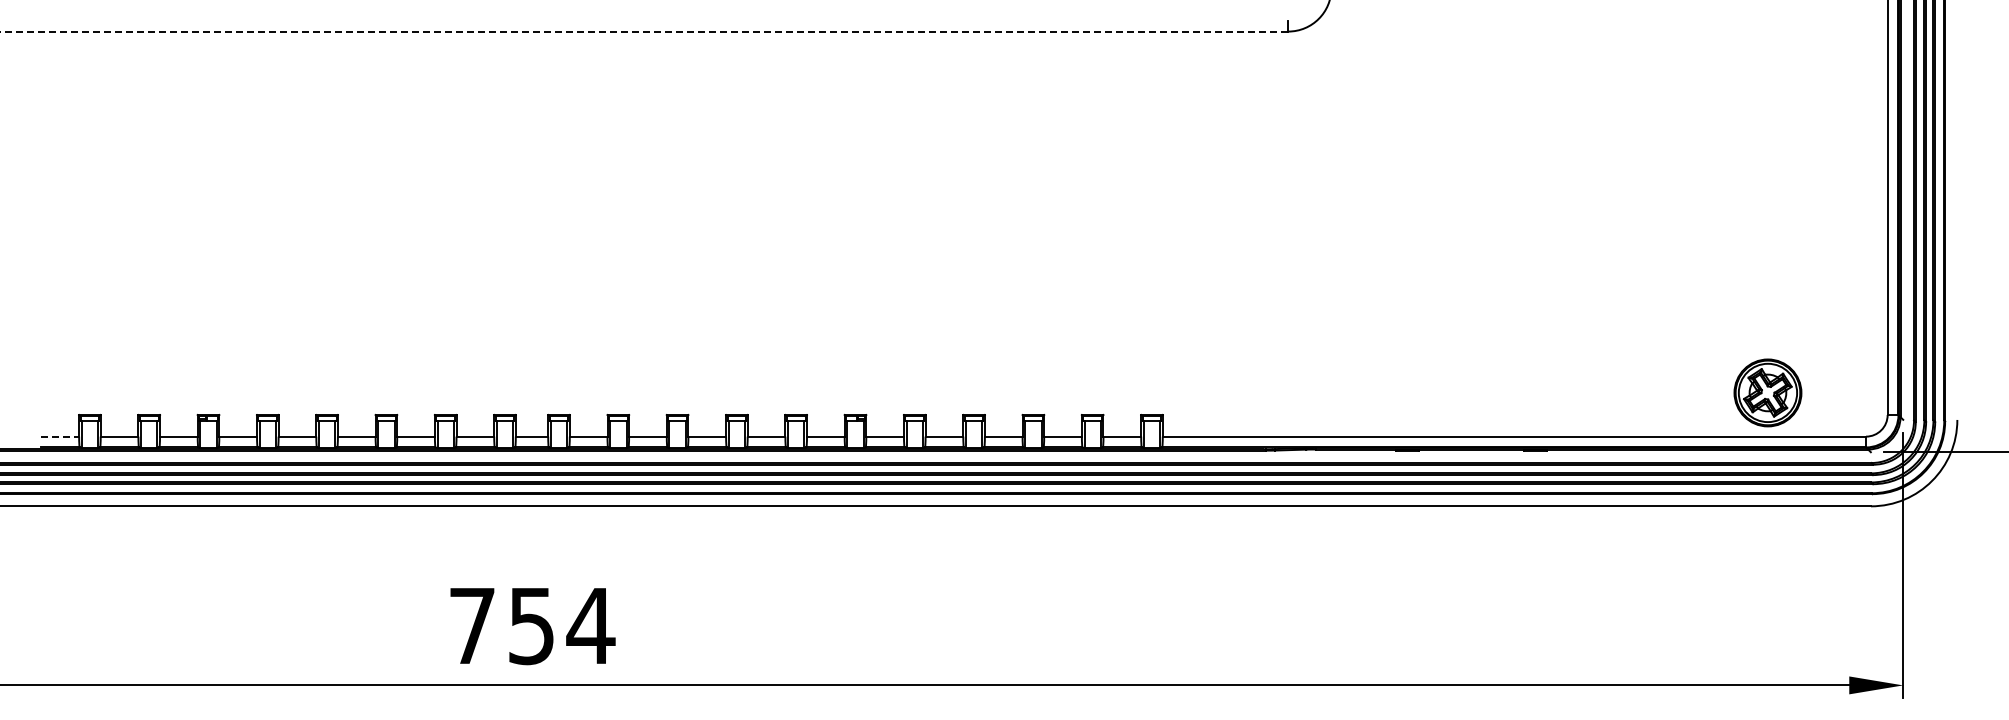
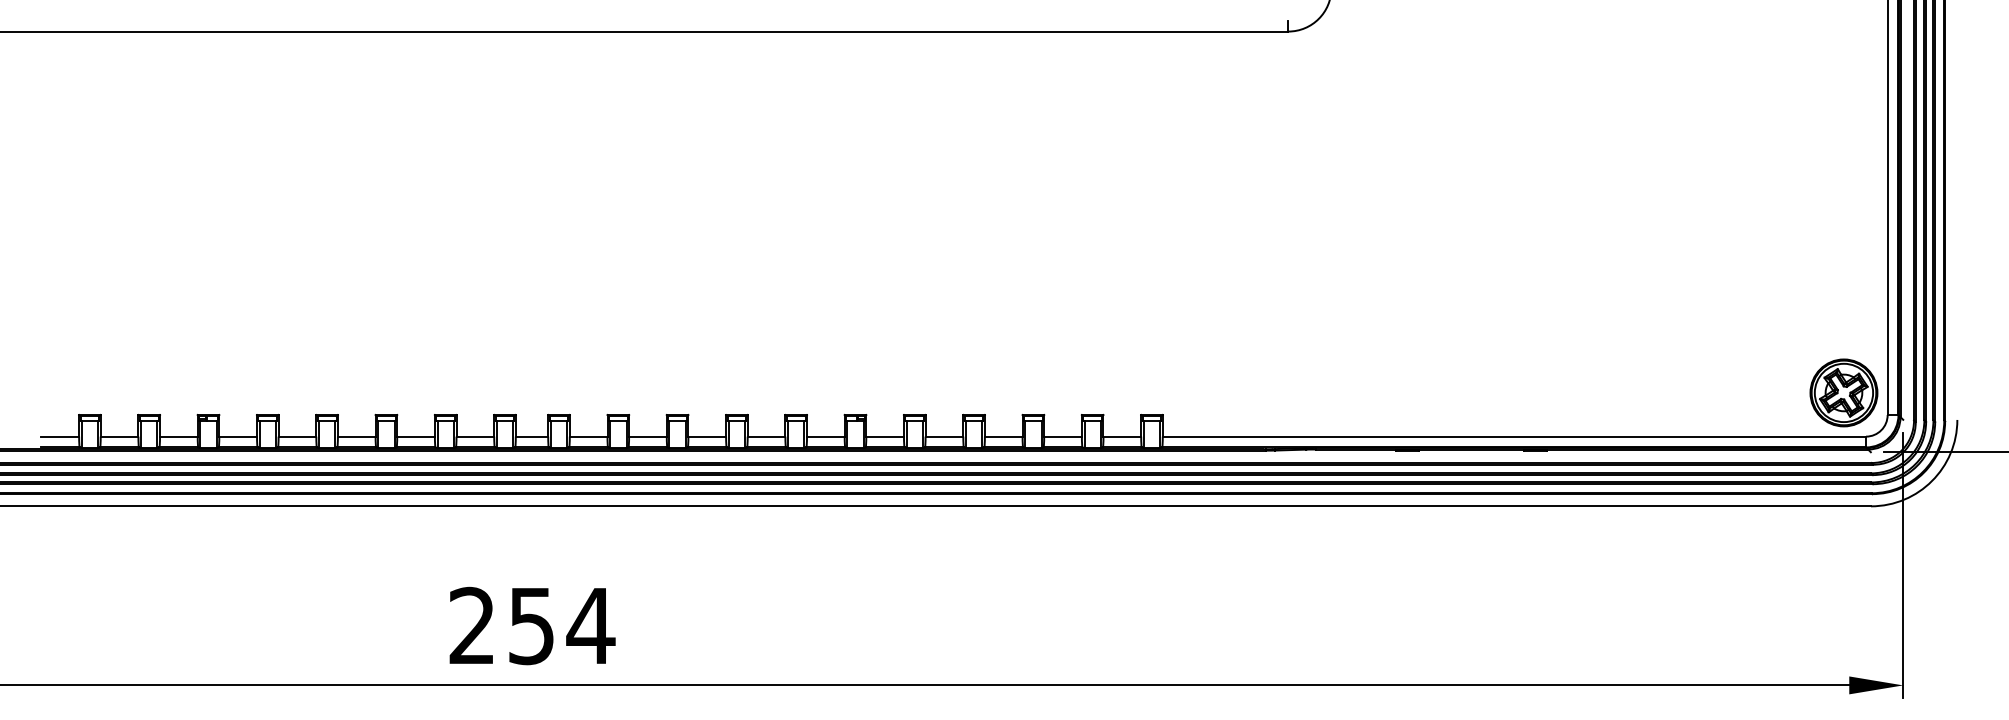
line at (644, 31): dashed -> solid
part at (1767, 392) position: (1767, 392) -> (1843, 392)
line at (60, 436): dashed -> solid
text at (471, 624): 754 -> 254
